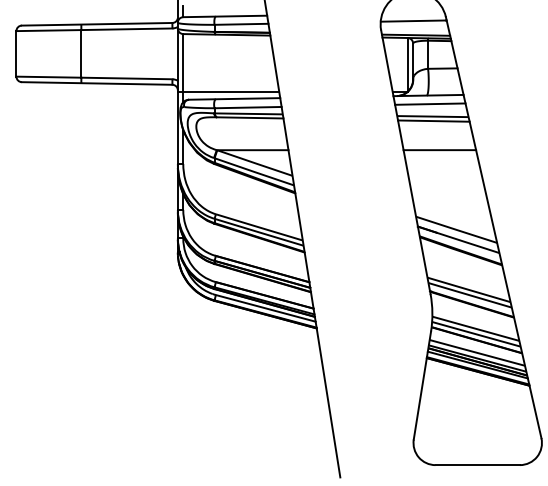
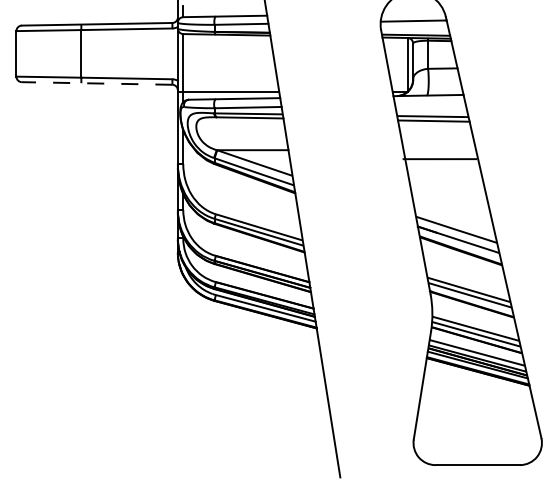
line at (96, 83): solid -> dashed
line at (430, 103): present -> none
line at (439, 150) position: (439, 150) -> (439, 159)
